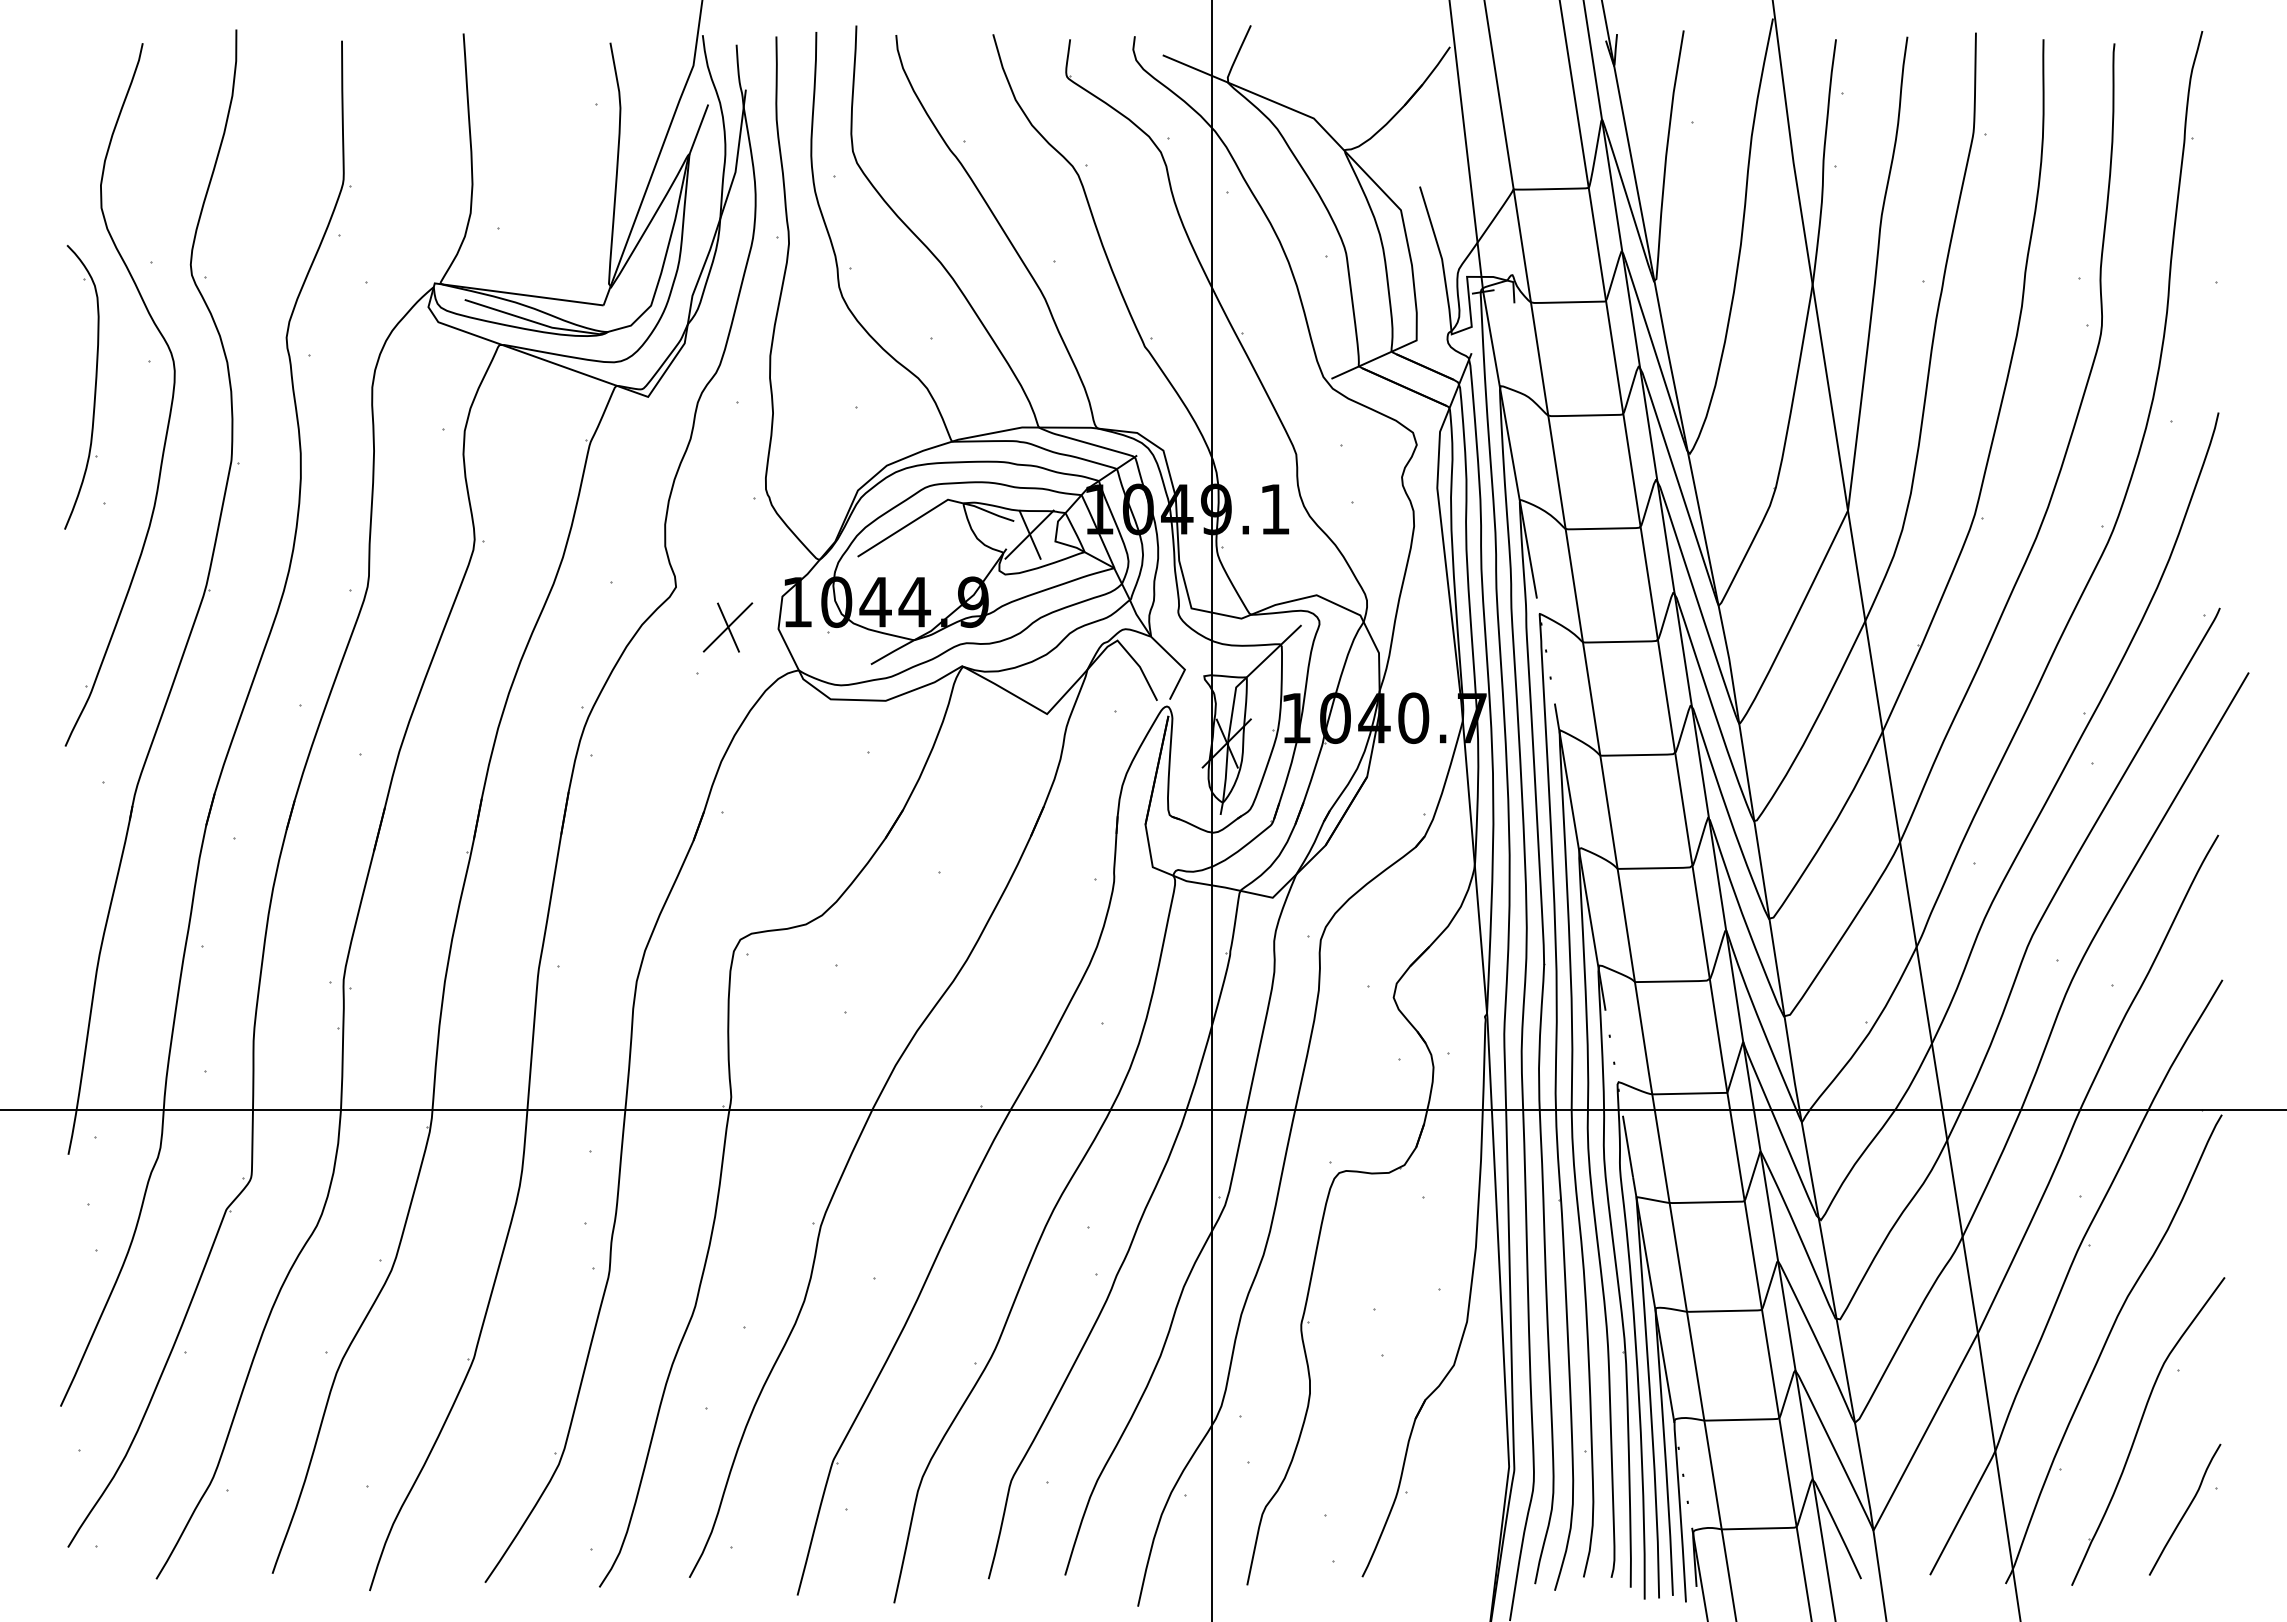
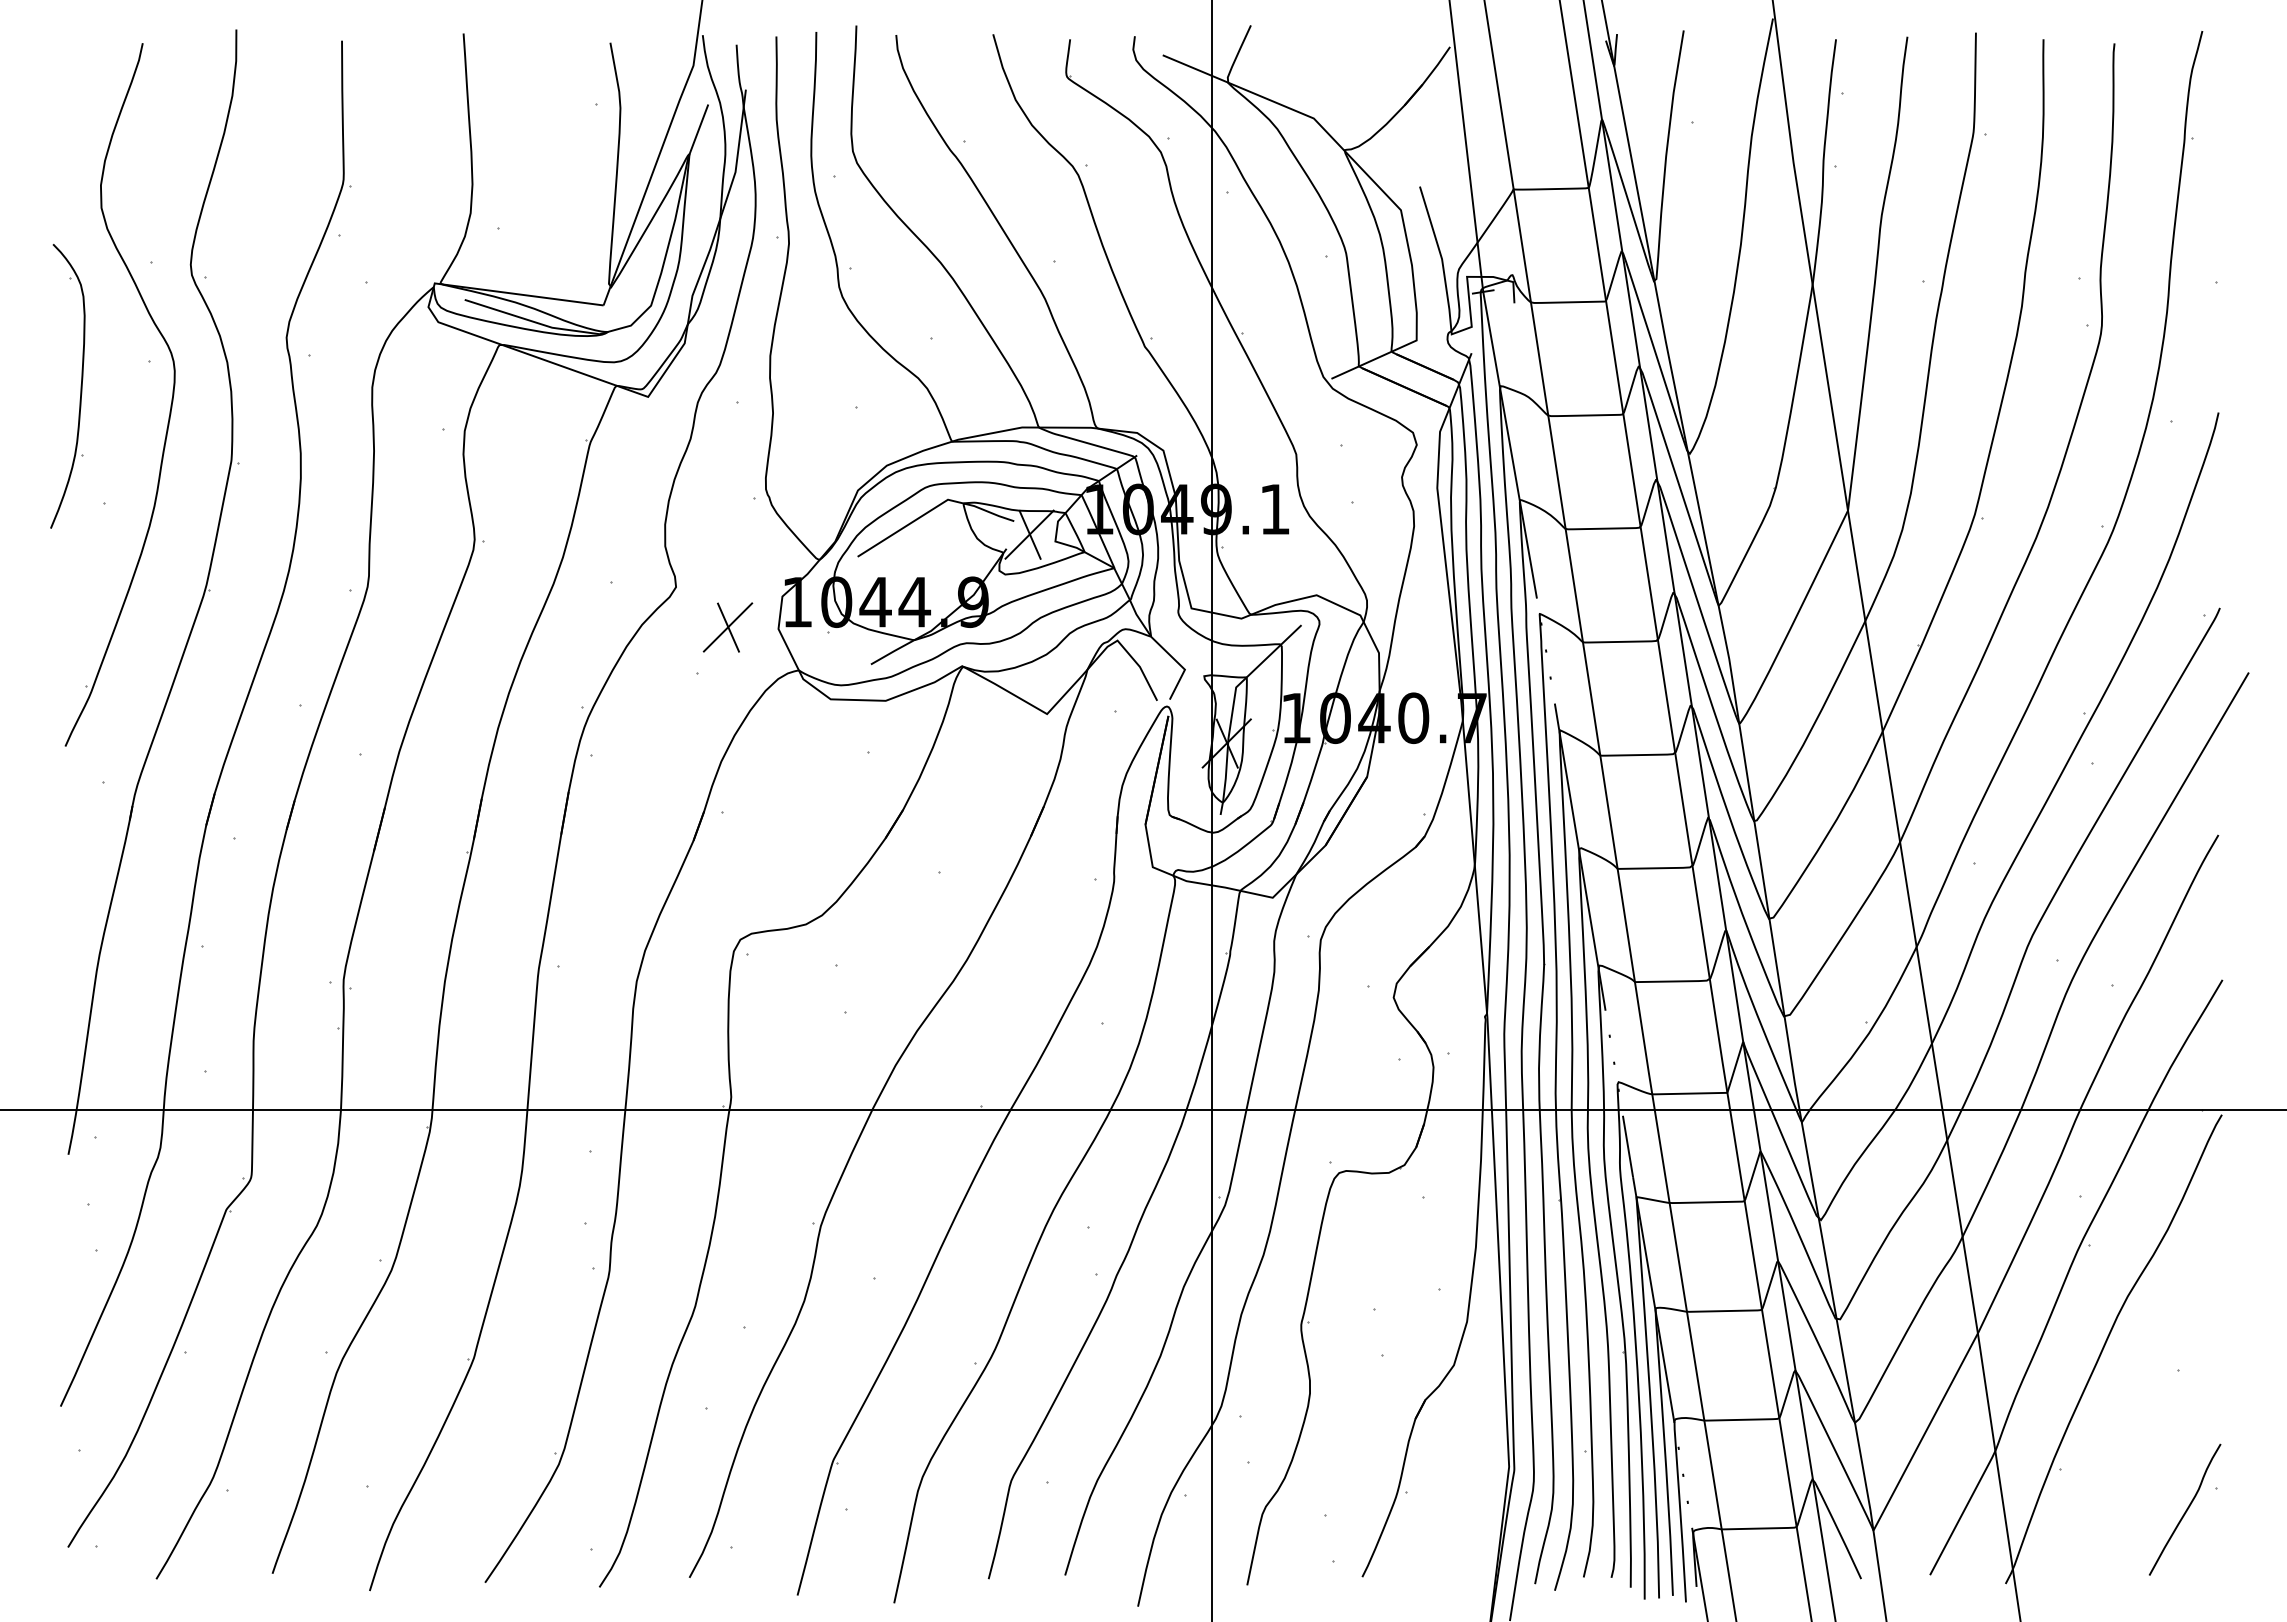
part at (94, 387) position: (94, 387) -> (80, 386)
part at (2140, 1426): present -> none
